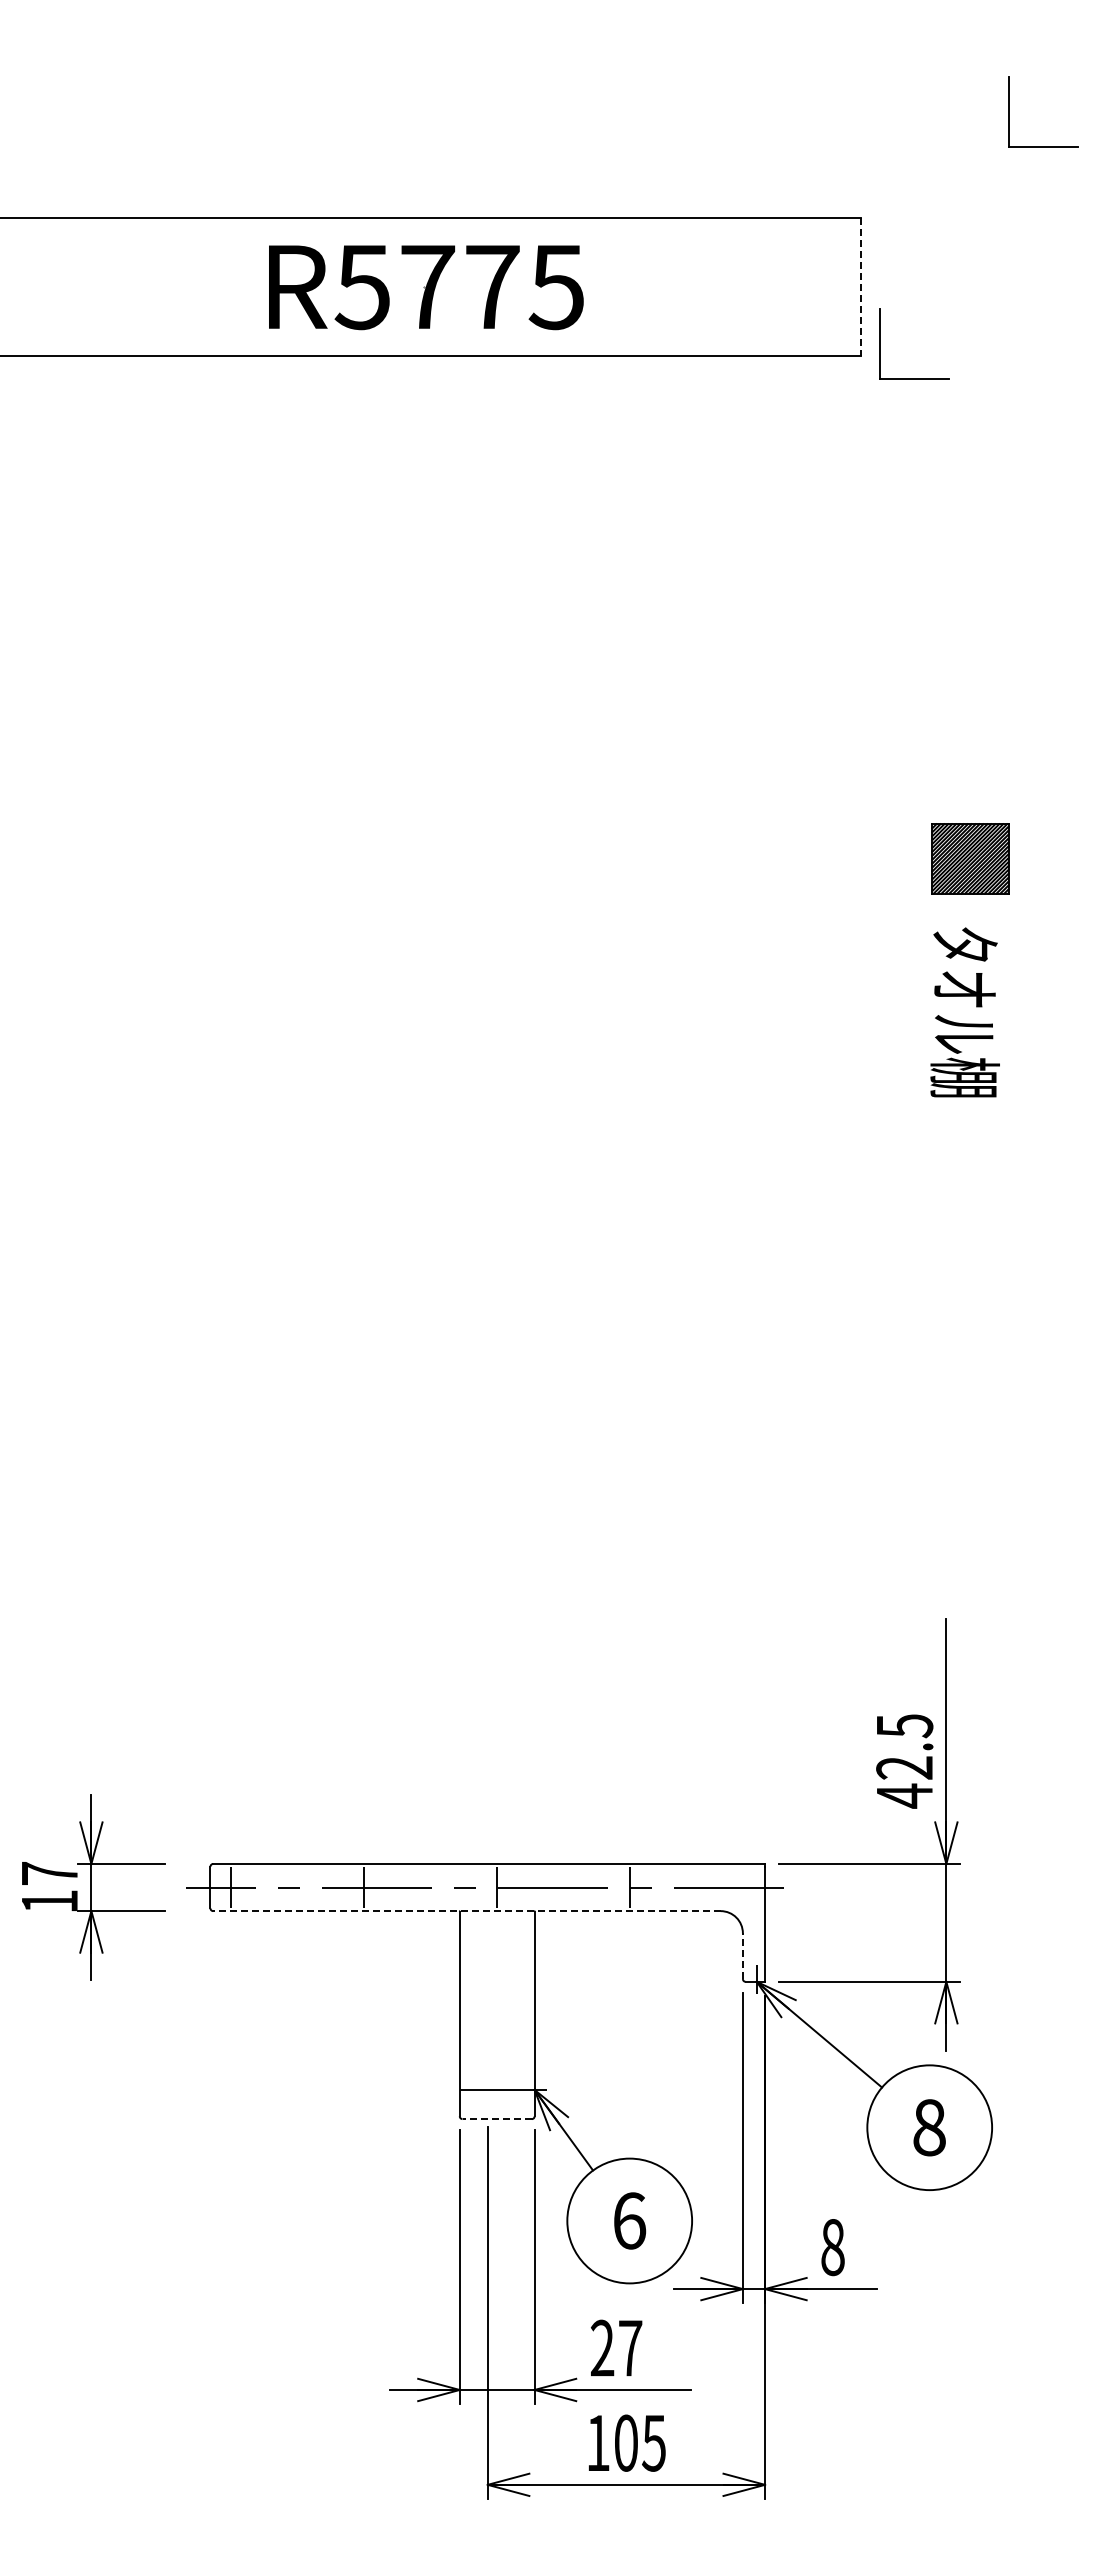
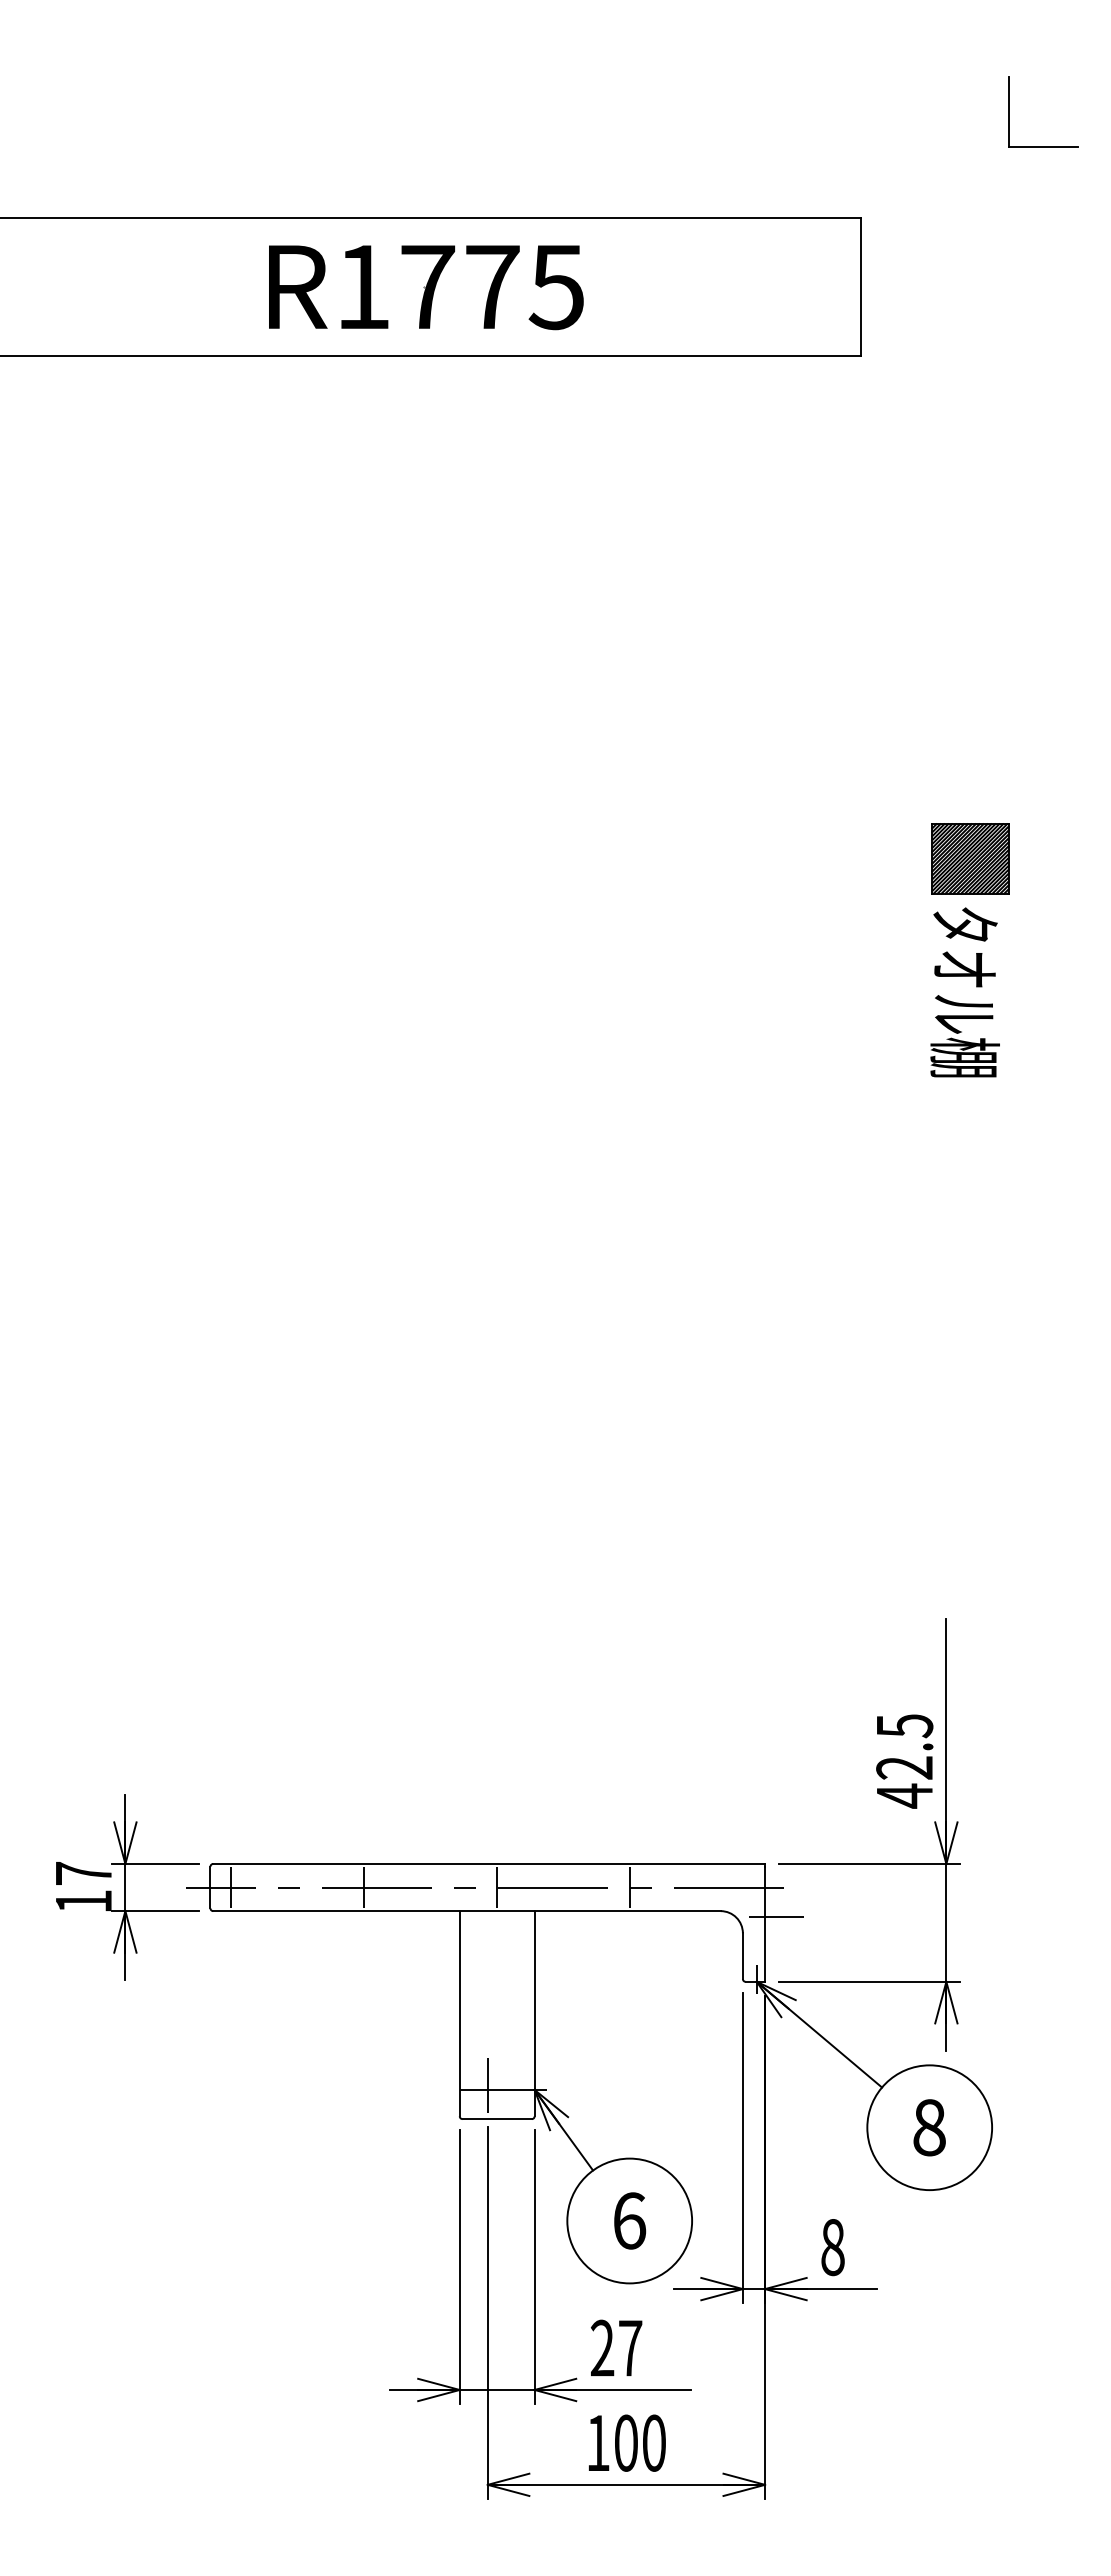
text at (361, 287): R5775 -> R1775
line at (861, 287): dashed -> solid
part at (880, 343): present -> none
text at (964, 1012) position: (964, 1012) -> (964, 992)
part at (93, 1887) position: (93, 1887) -> (127, 1887)
line at (466, 1911): dashed -> solid
line at (776, 1916): none -> present
line at (742, 1956): dashed -> solid
line at (487, 2084): none -> present
line at (497, 2119): dashed -> solid
text at (653, 2442): 105 -> 100
